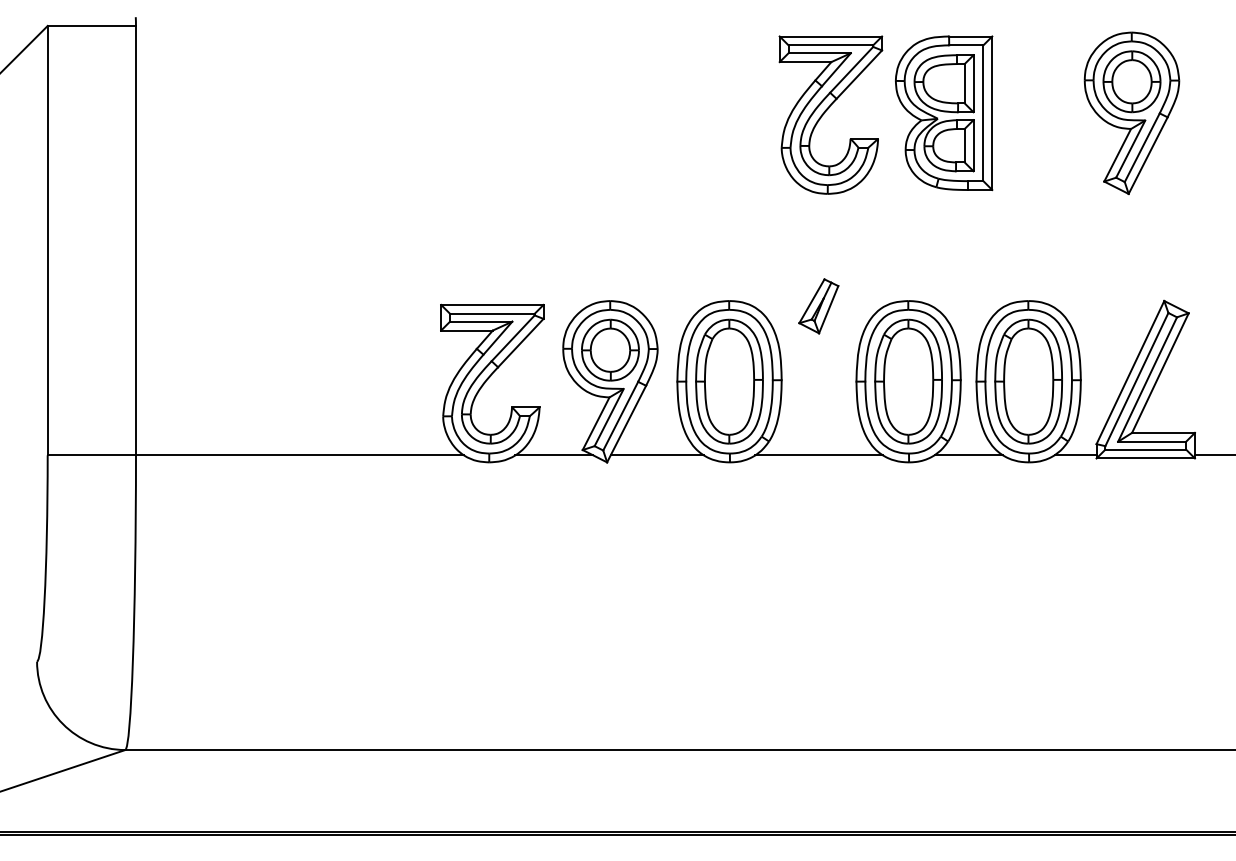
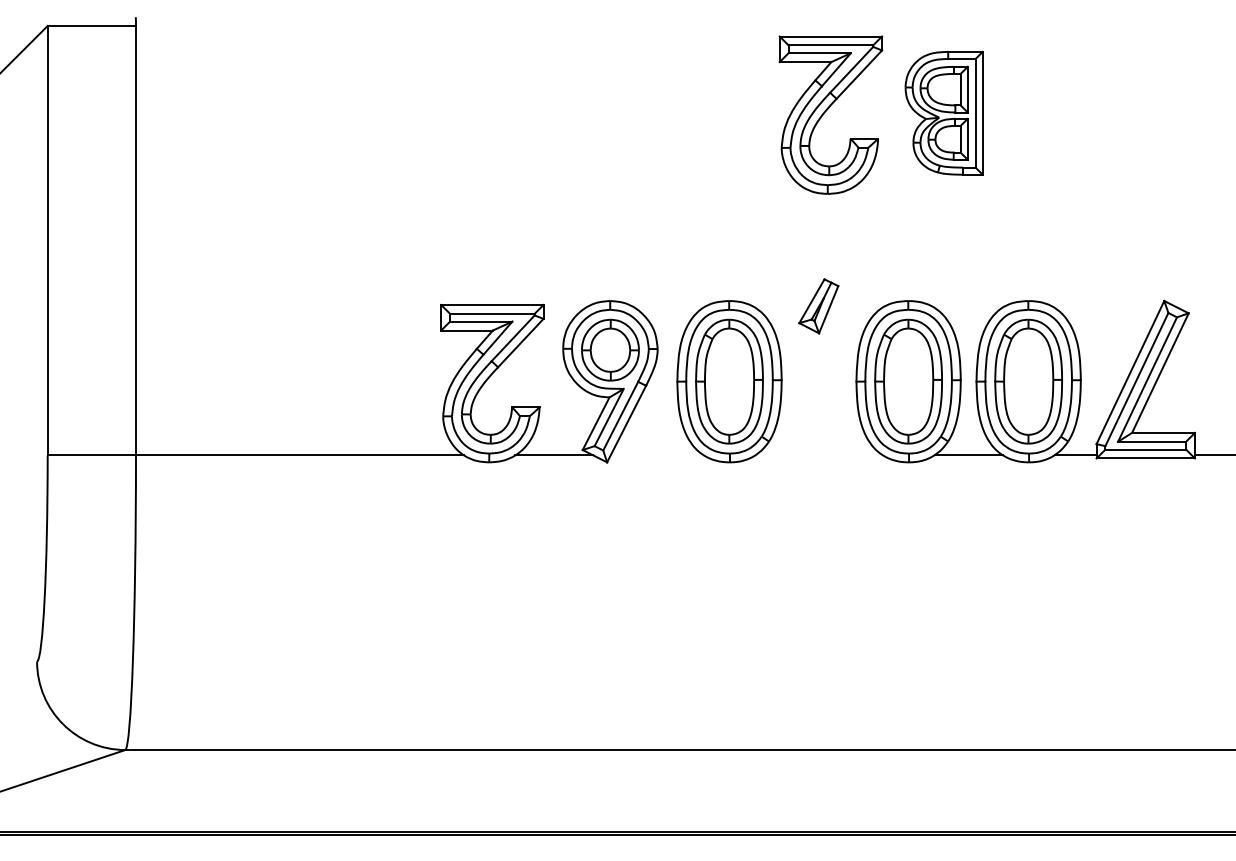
part at (1131, 112): present -> none
part at (944, 113) size: 99x157 px -> 80x126 px
line at (656, 455): present -> none
line at (818, 455): present -> none
